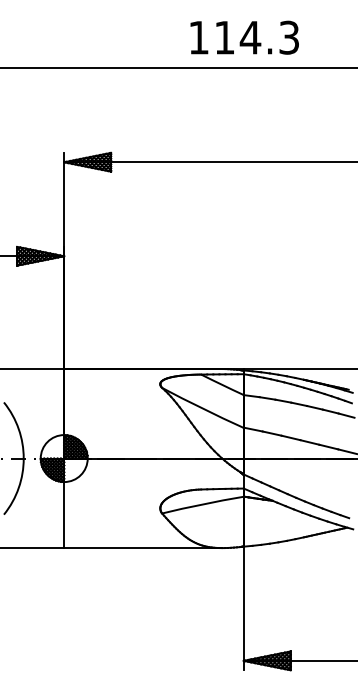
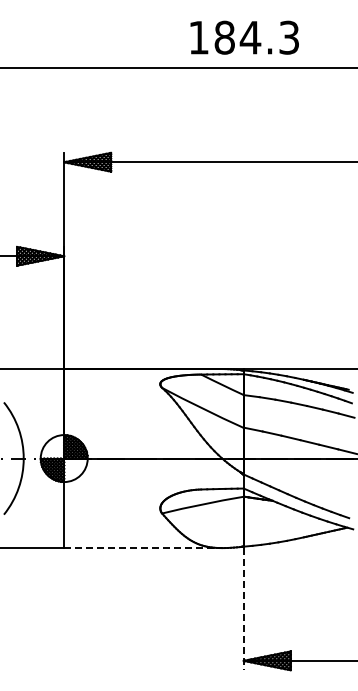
text at (224, 37): 114.3 -> 184.3
line at (143, 548): solid -> dashed
line at (243, 609): solid -> dashed
